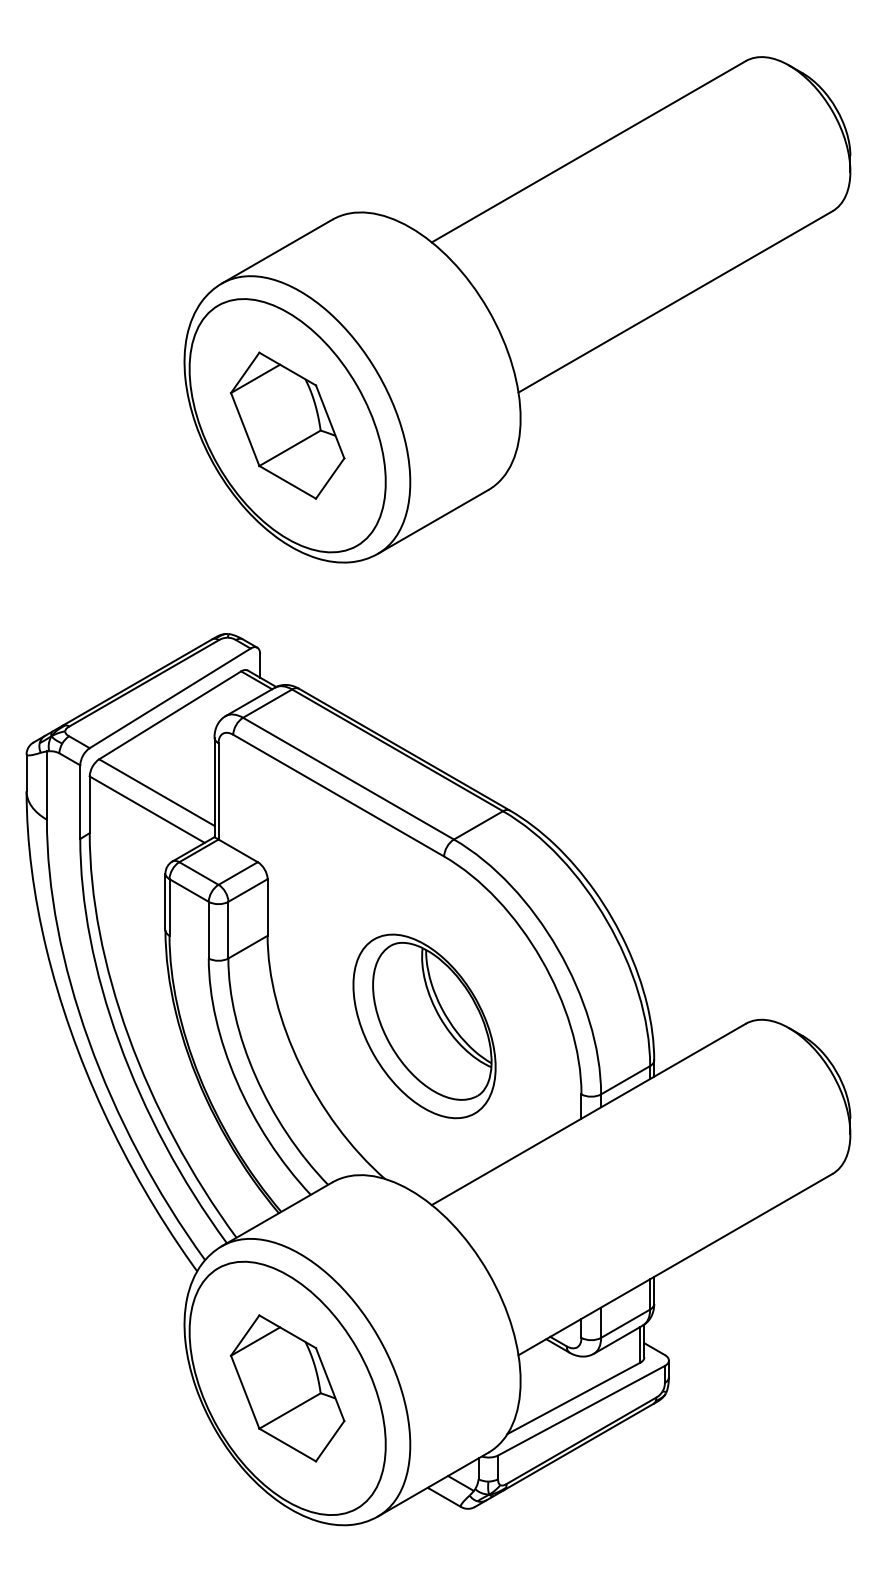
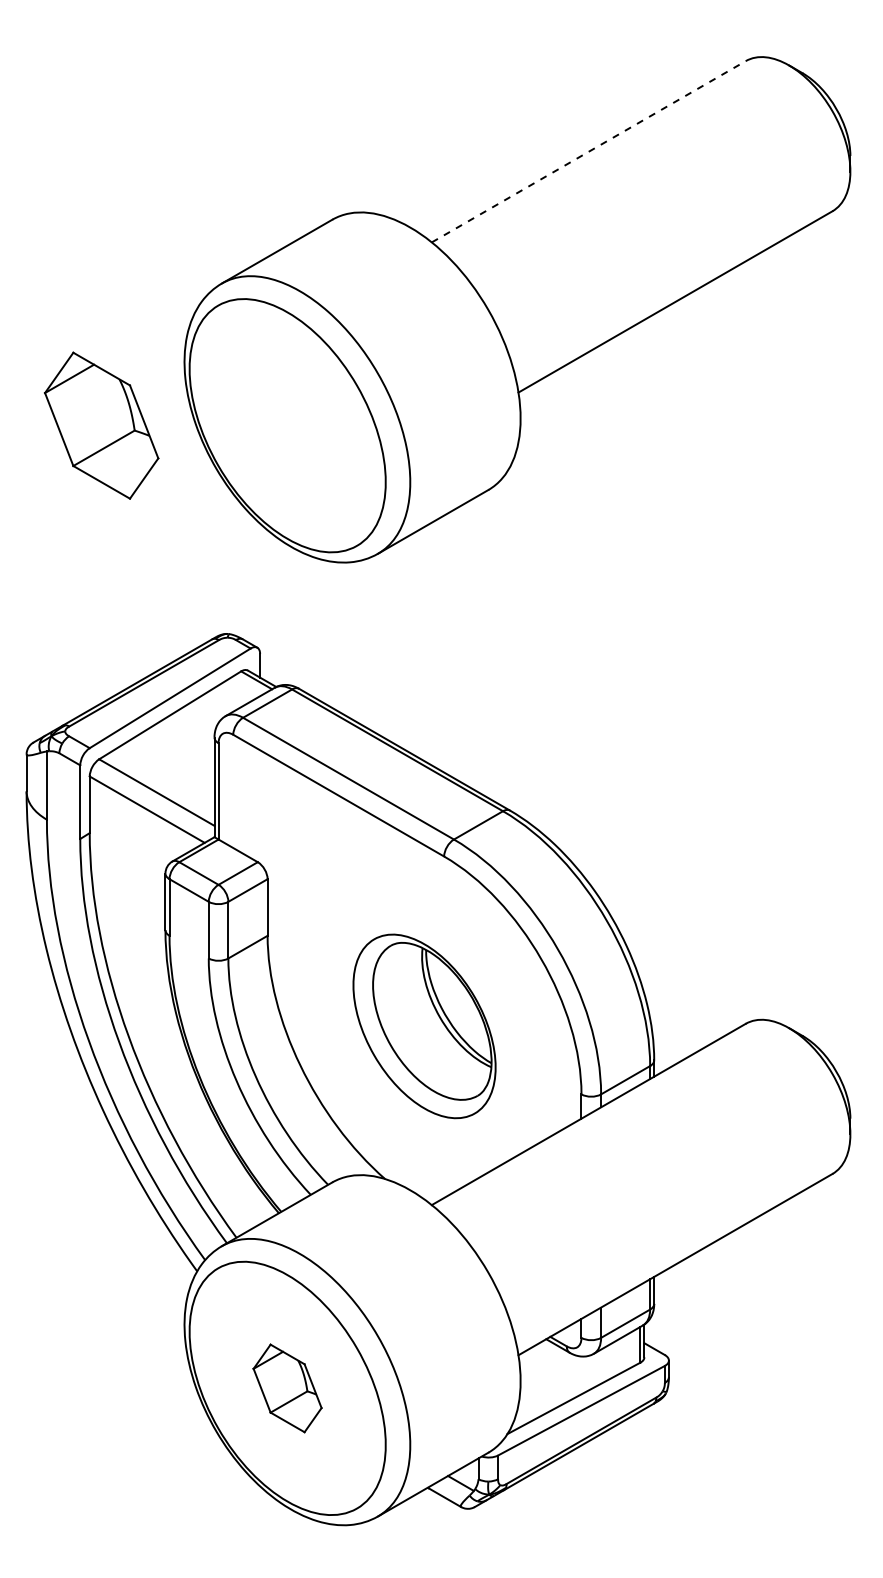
line at (589, 151): solid -> dashed
part at (287, 425) position: (287, 425) -> (101, 425)
part at (287, 1388) size: 117x149 px -> 71x91 px
